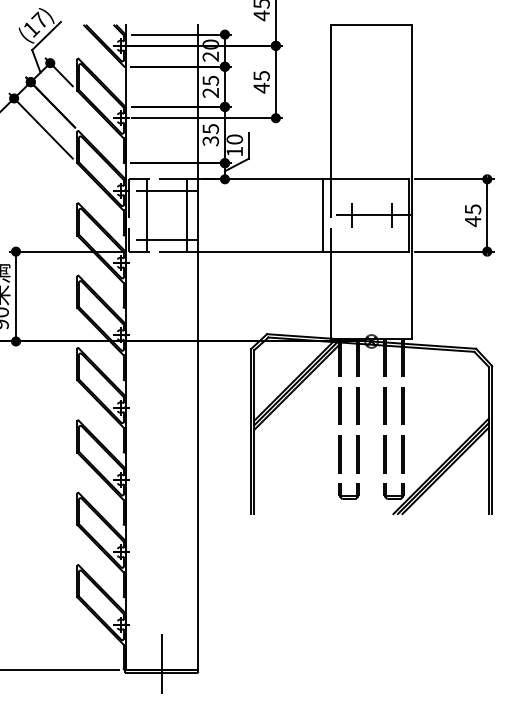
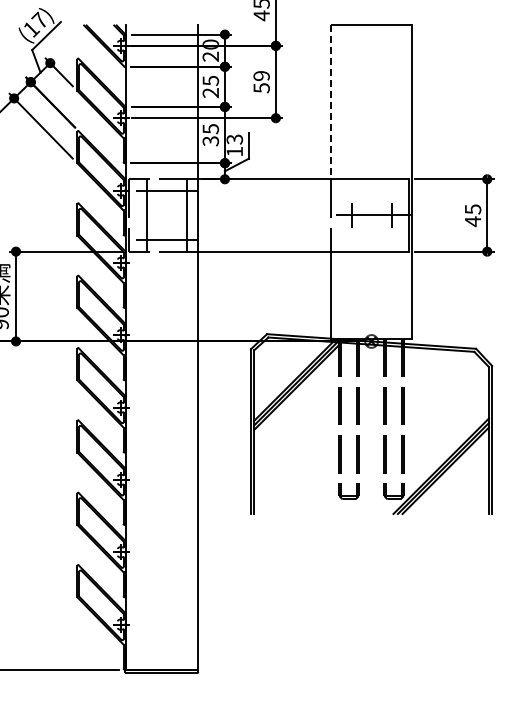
text at (261, 82): 45 -> 59
line at (331, 102): solid -> dashed
text at (234, 139): 10 -> 13
line at (323, 215): present -> none
line at (161, 663): present -> none
